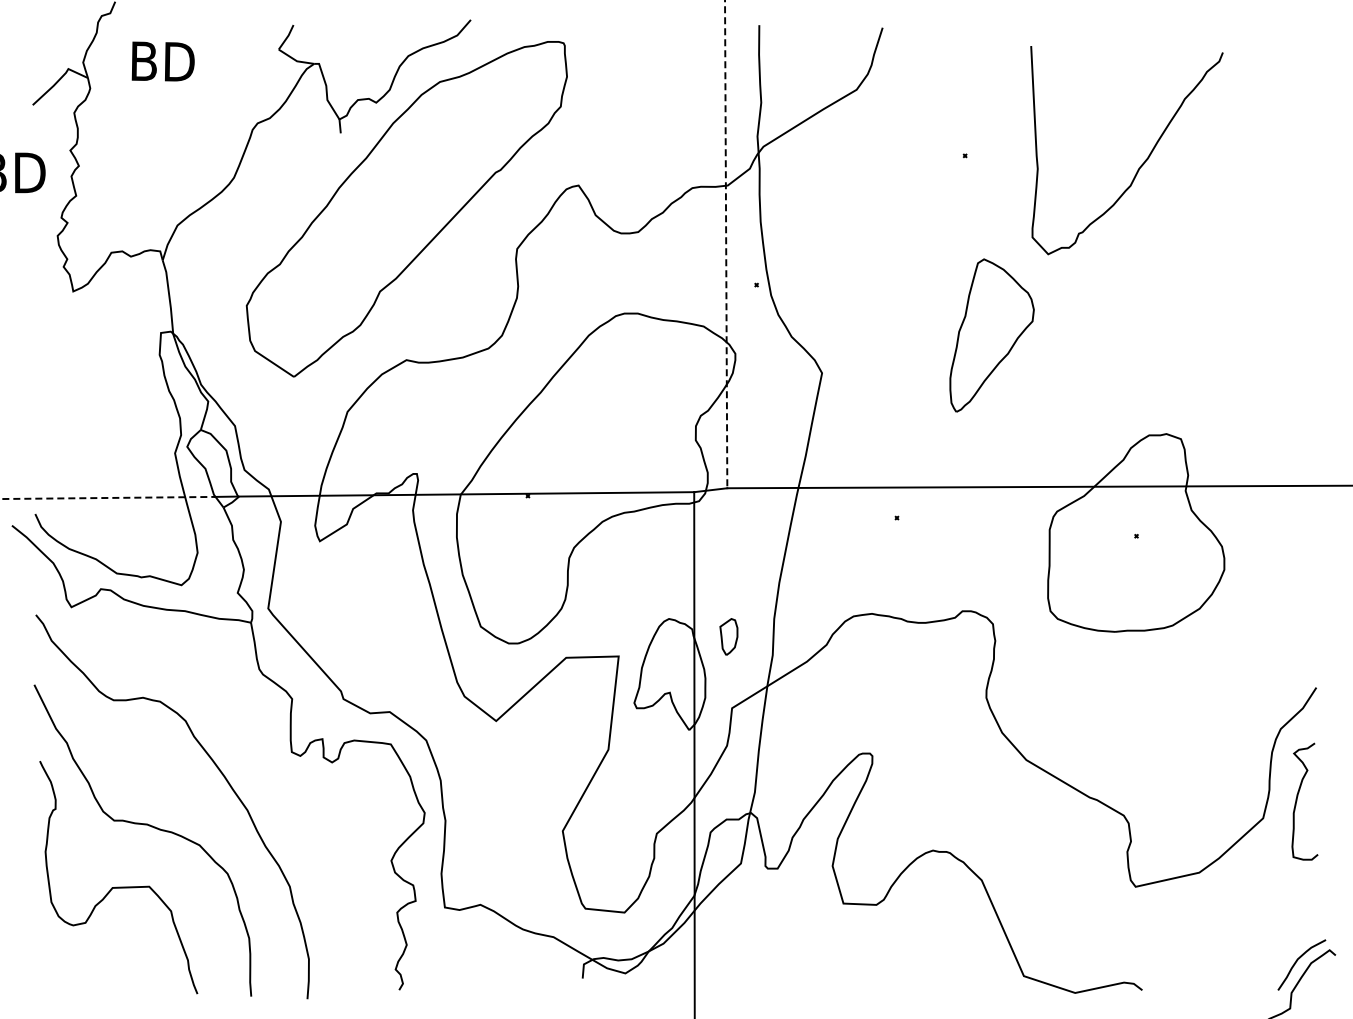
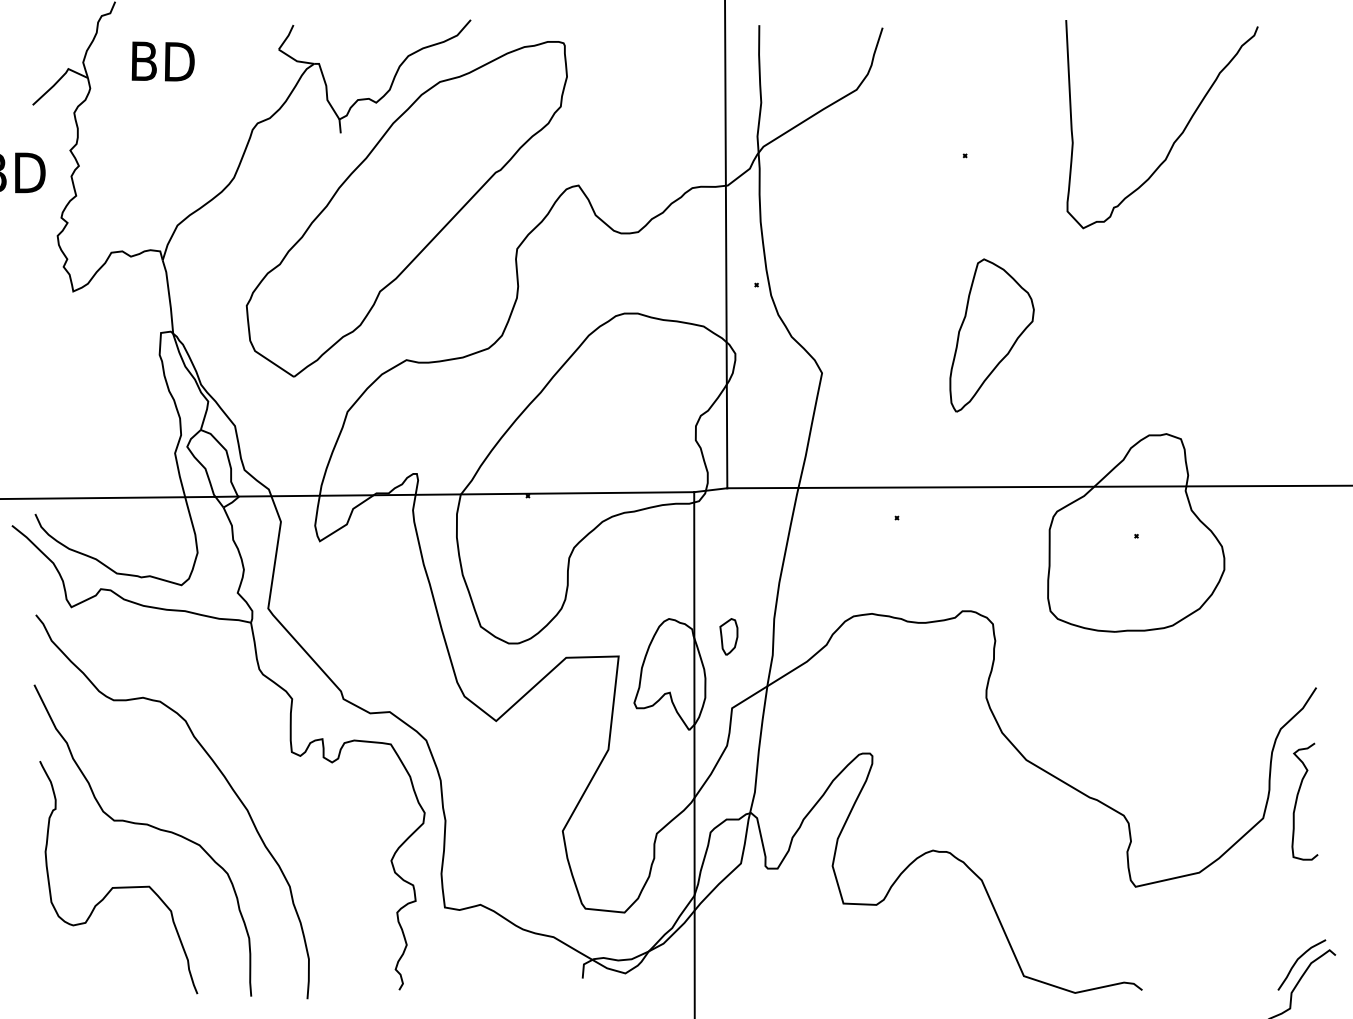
curve at (1141, 164) position: (1141, 164) -> (1176, 138)
line at (726, 244): dashed -> solid
line at (108, 497): dashed -> solid
